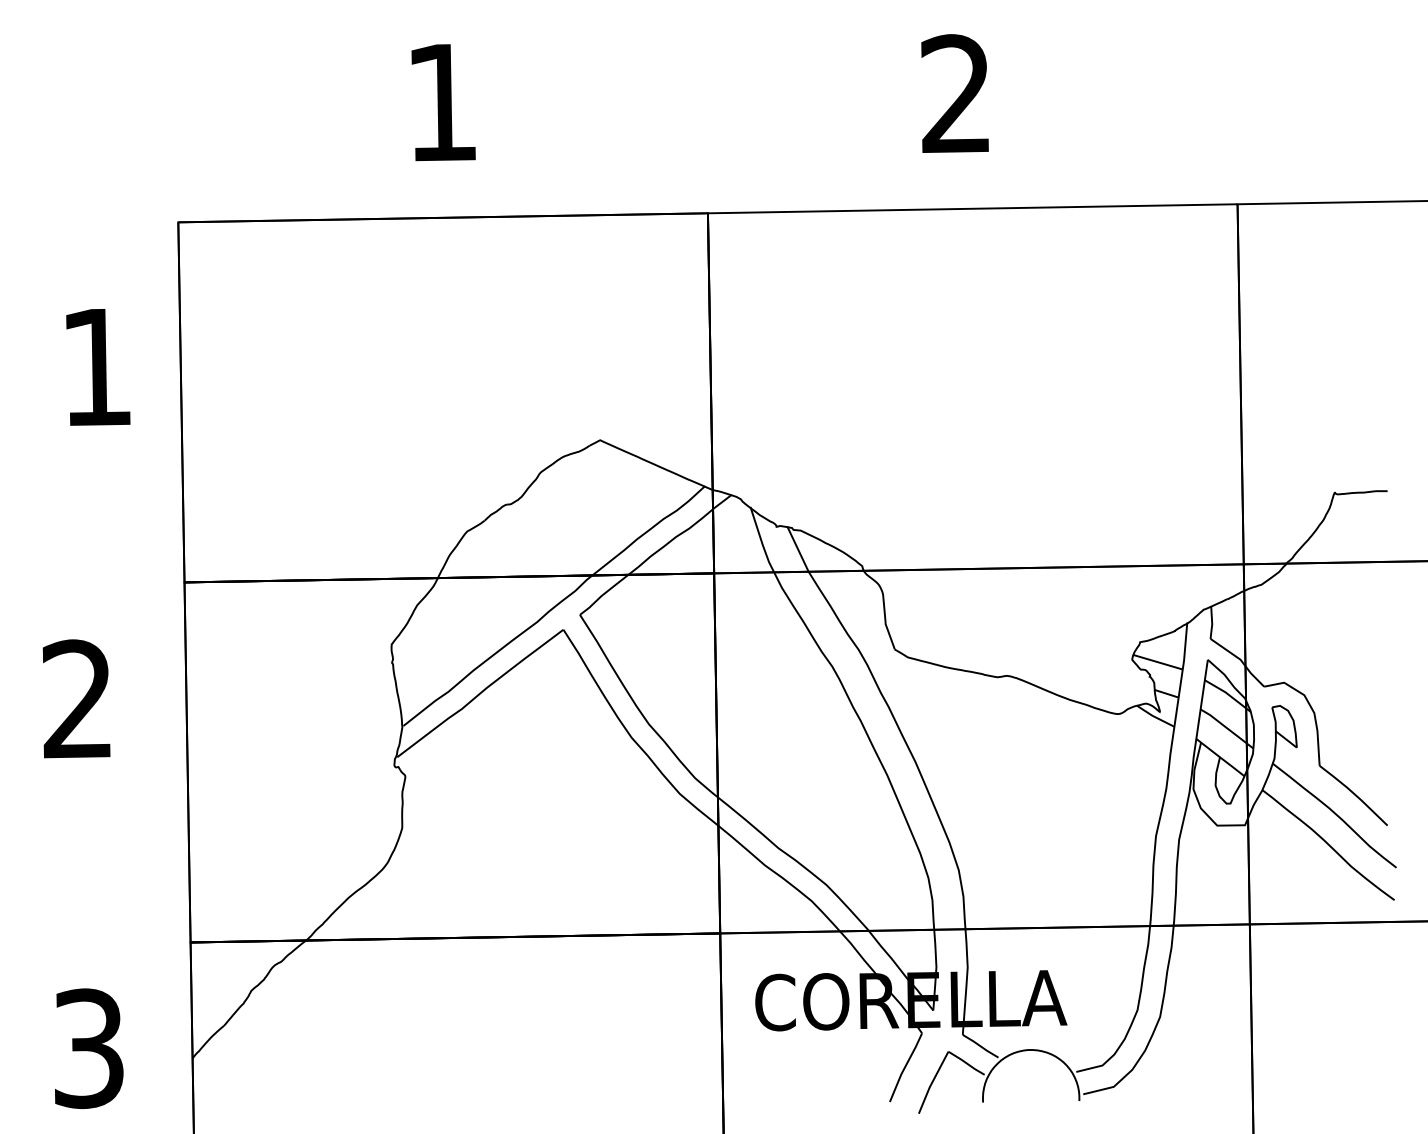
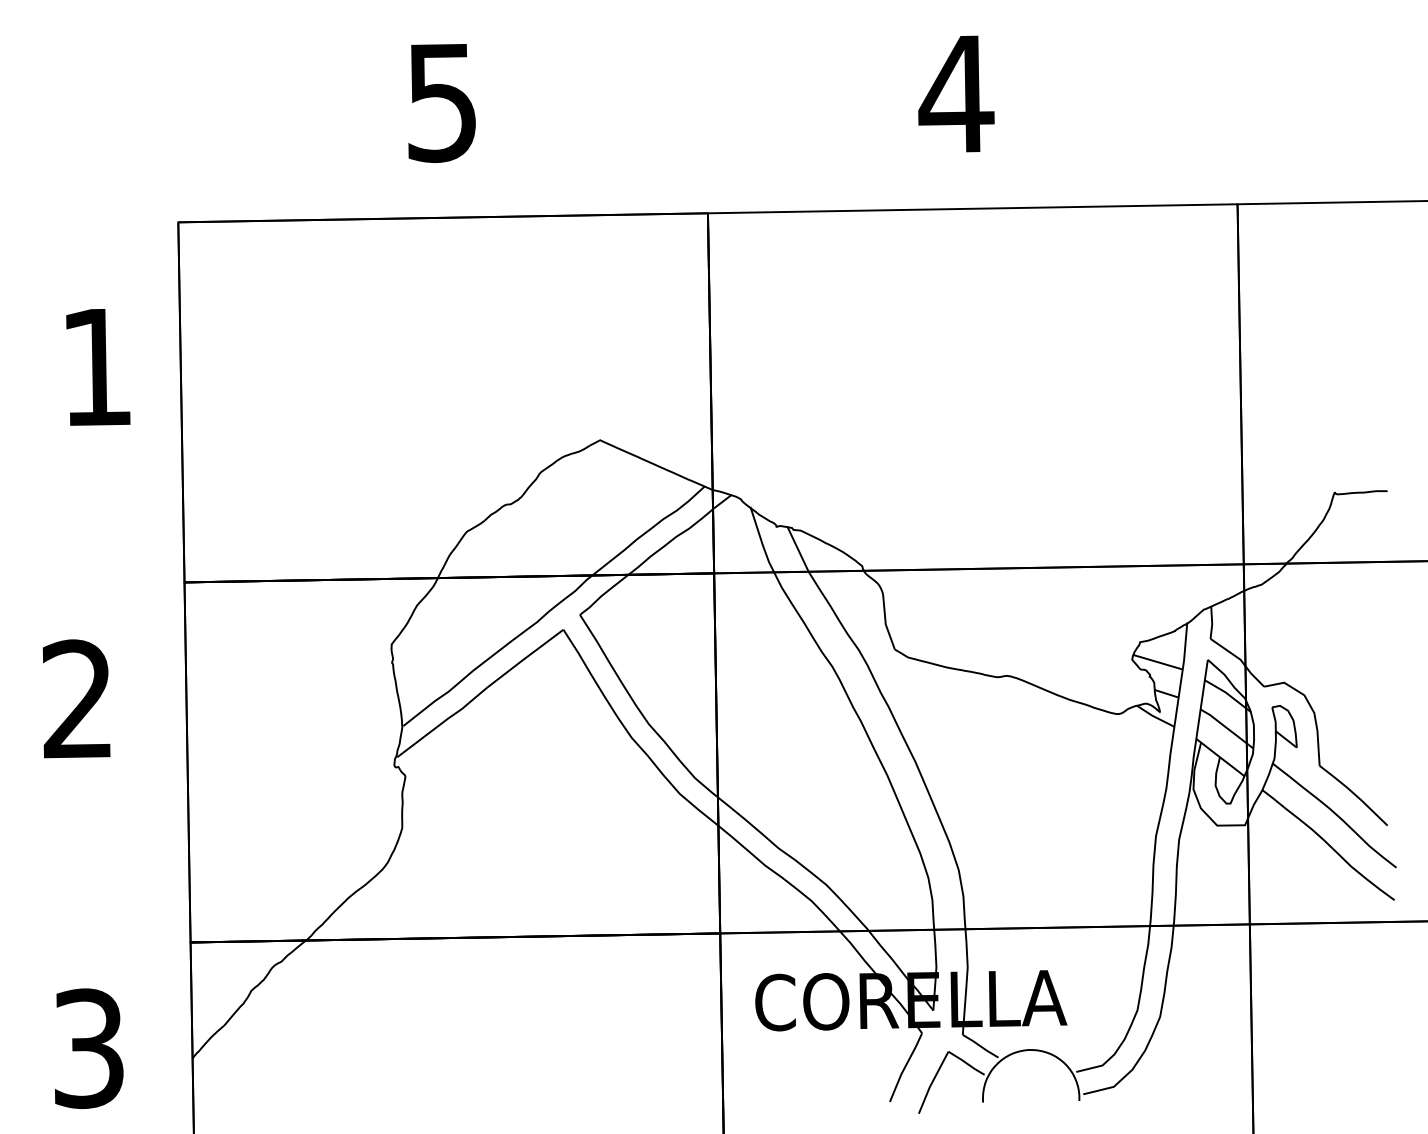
text at (956, 93): 2 -> 4
text at (441, 103): 1 -> 5
